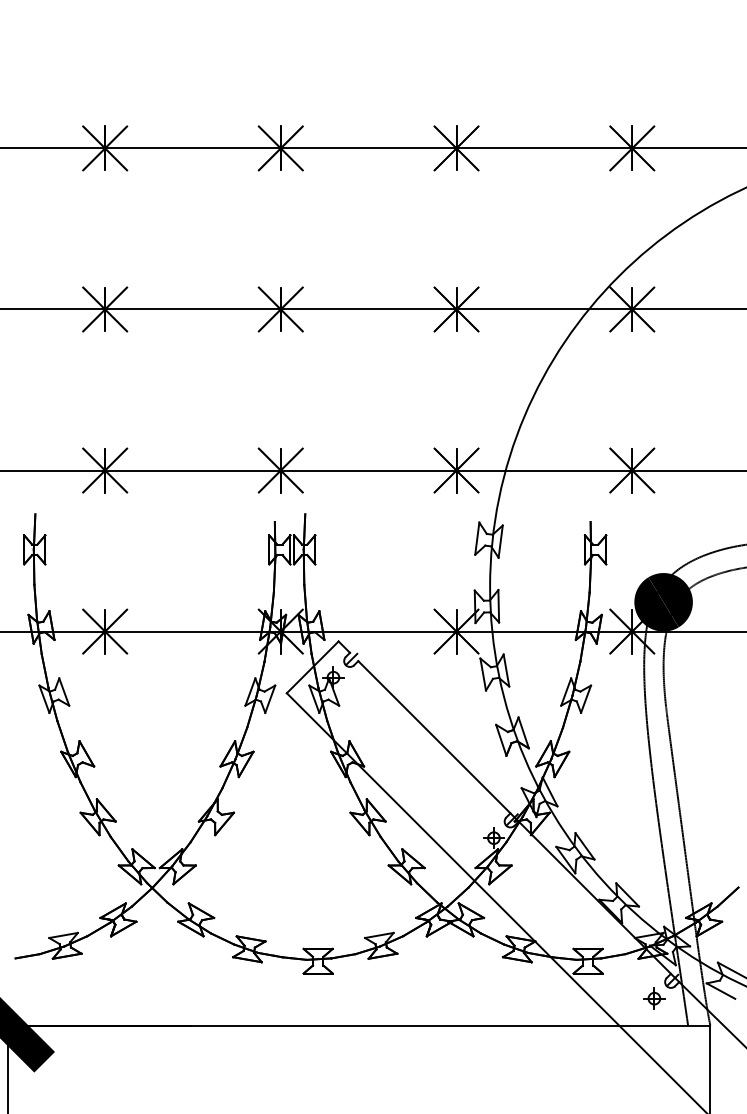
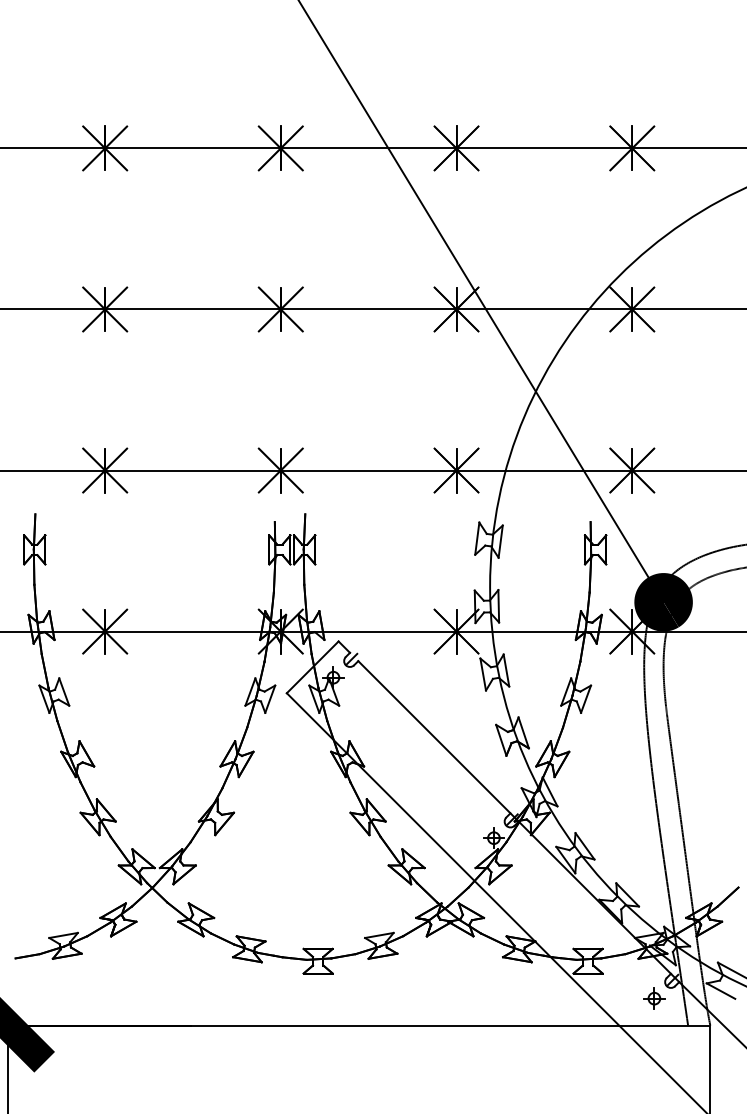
line at (481, 302): none -> present
